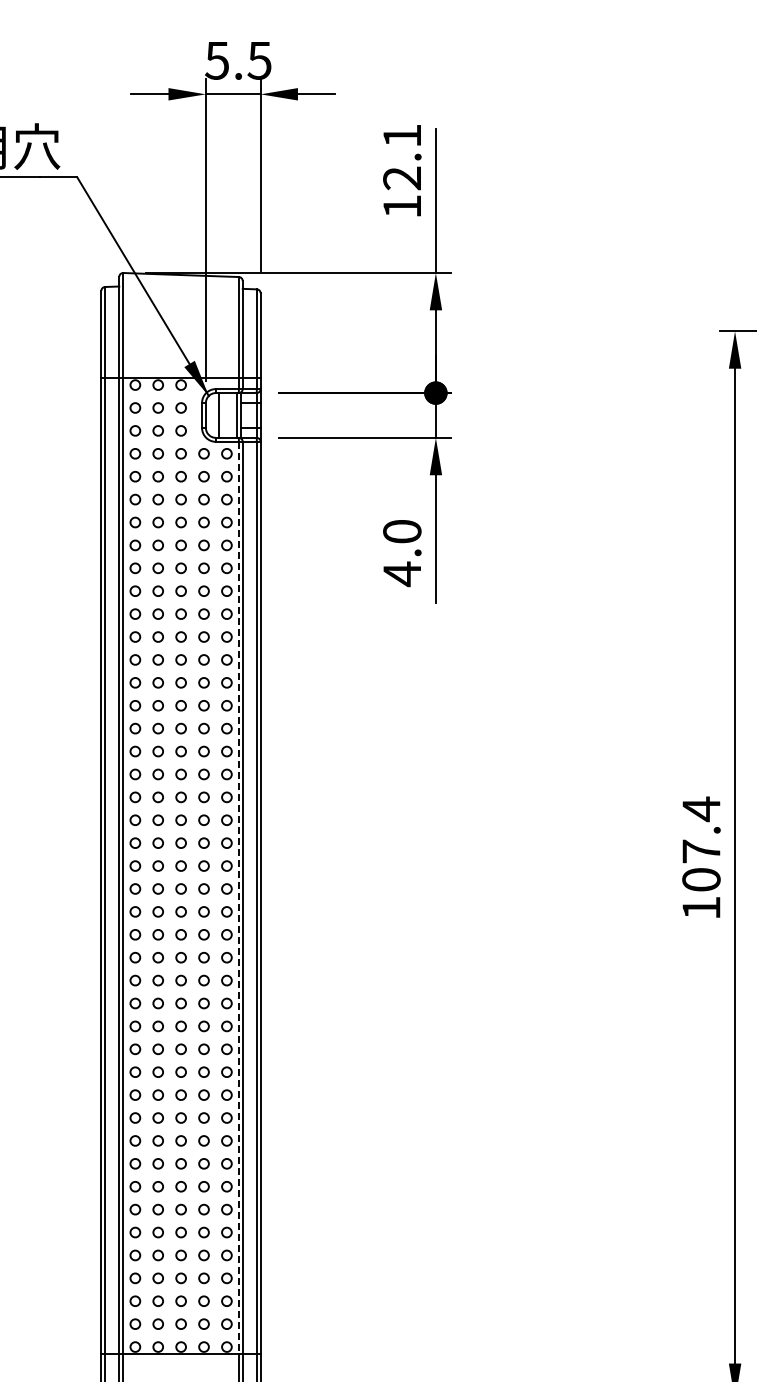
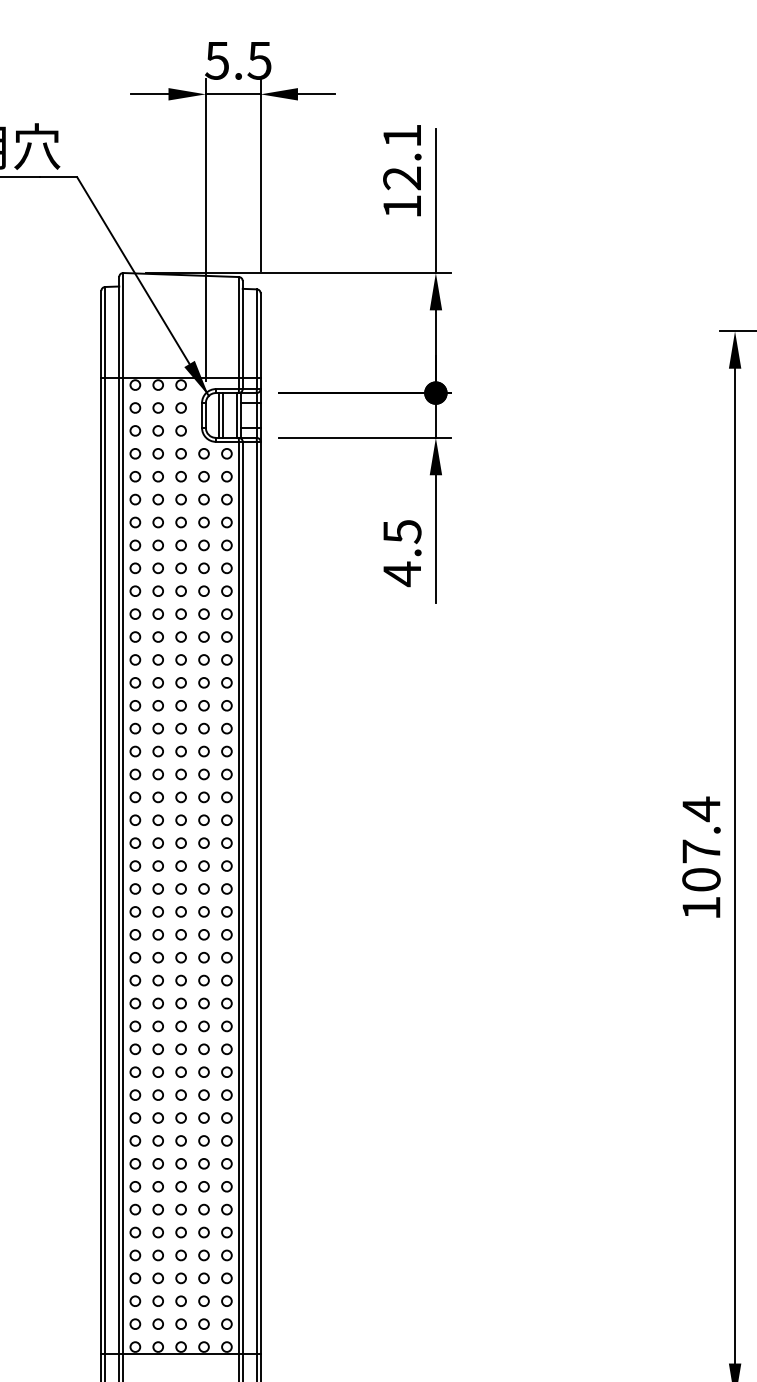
line at (222, 415): none -> present
text at (402, 532): 4.0 -> 4.5
line at (238, 898): dashed -> solid
